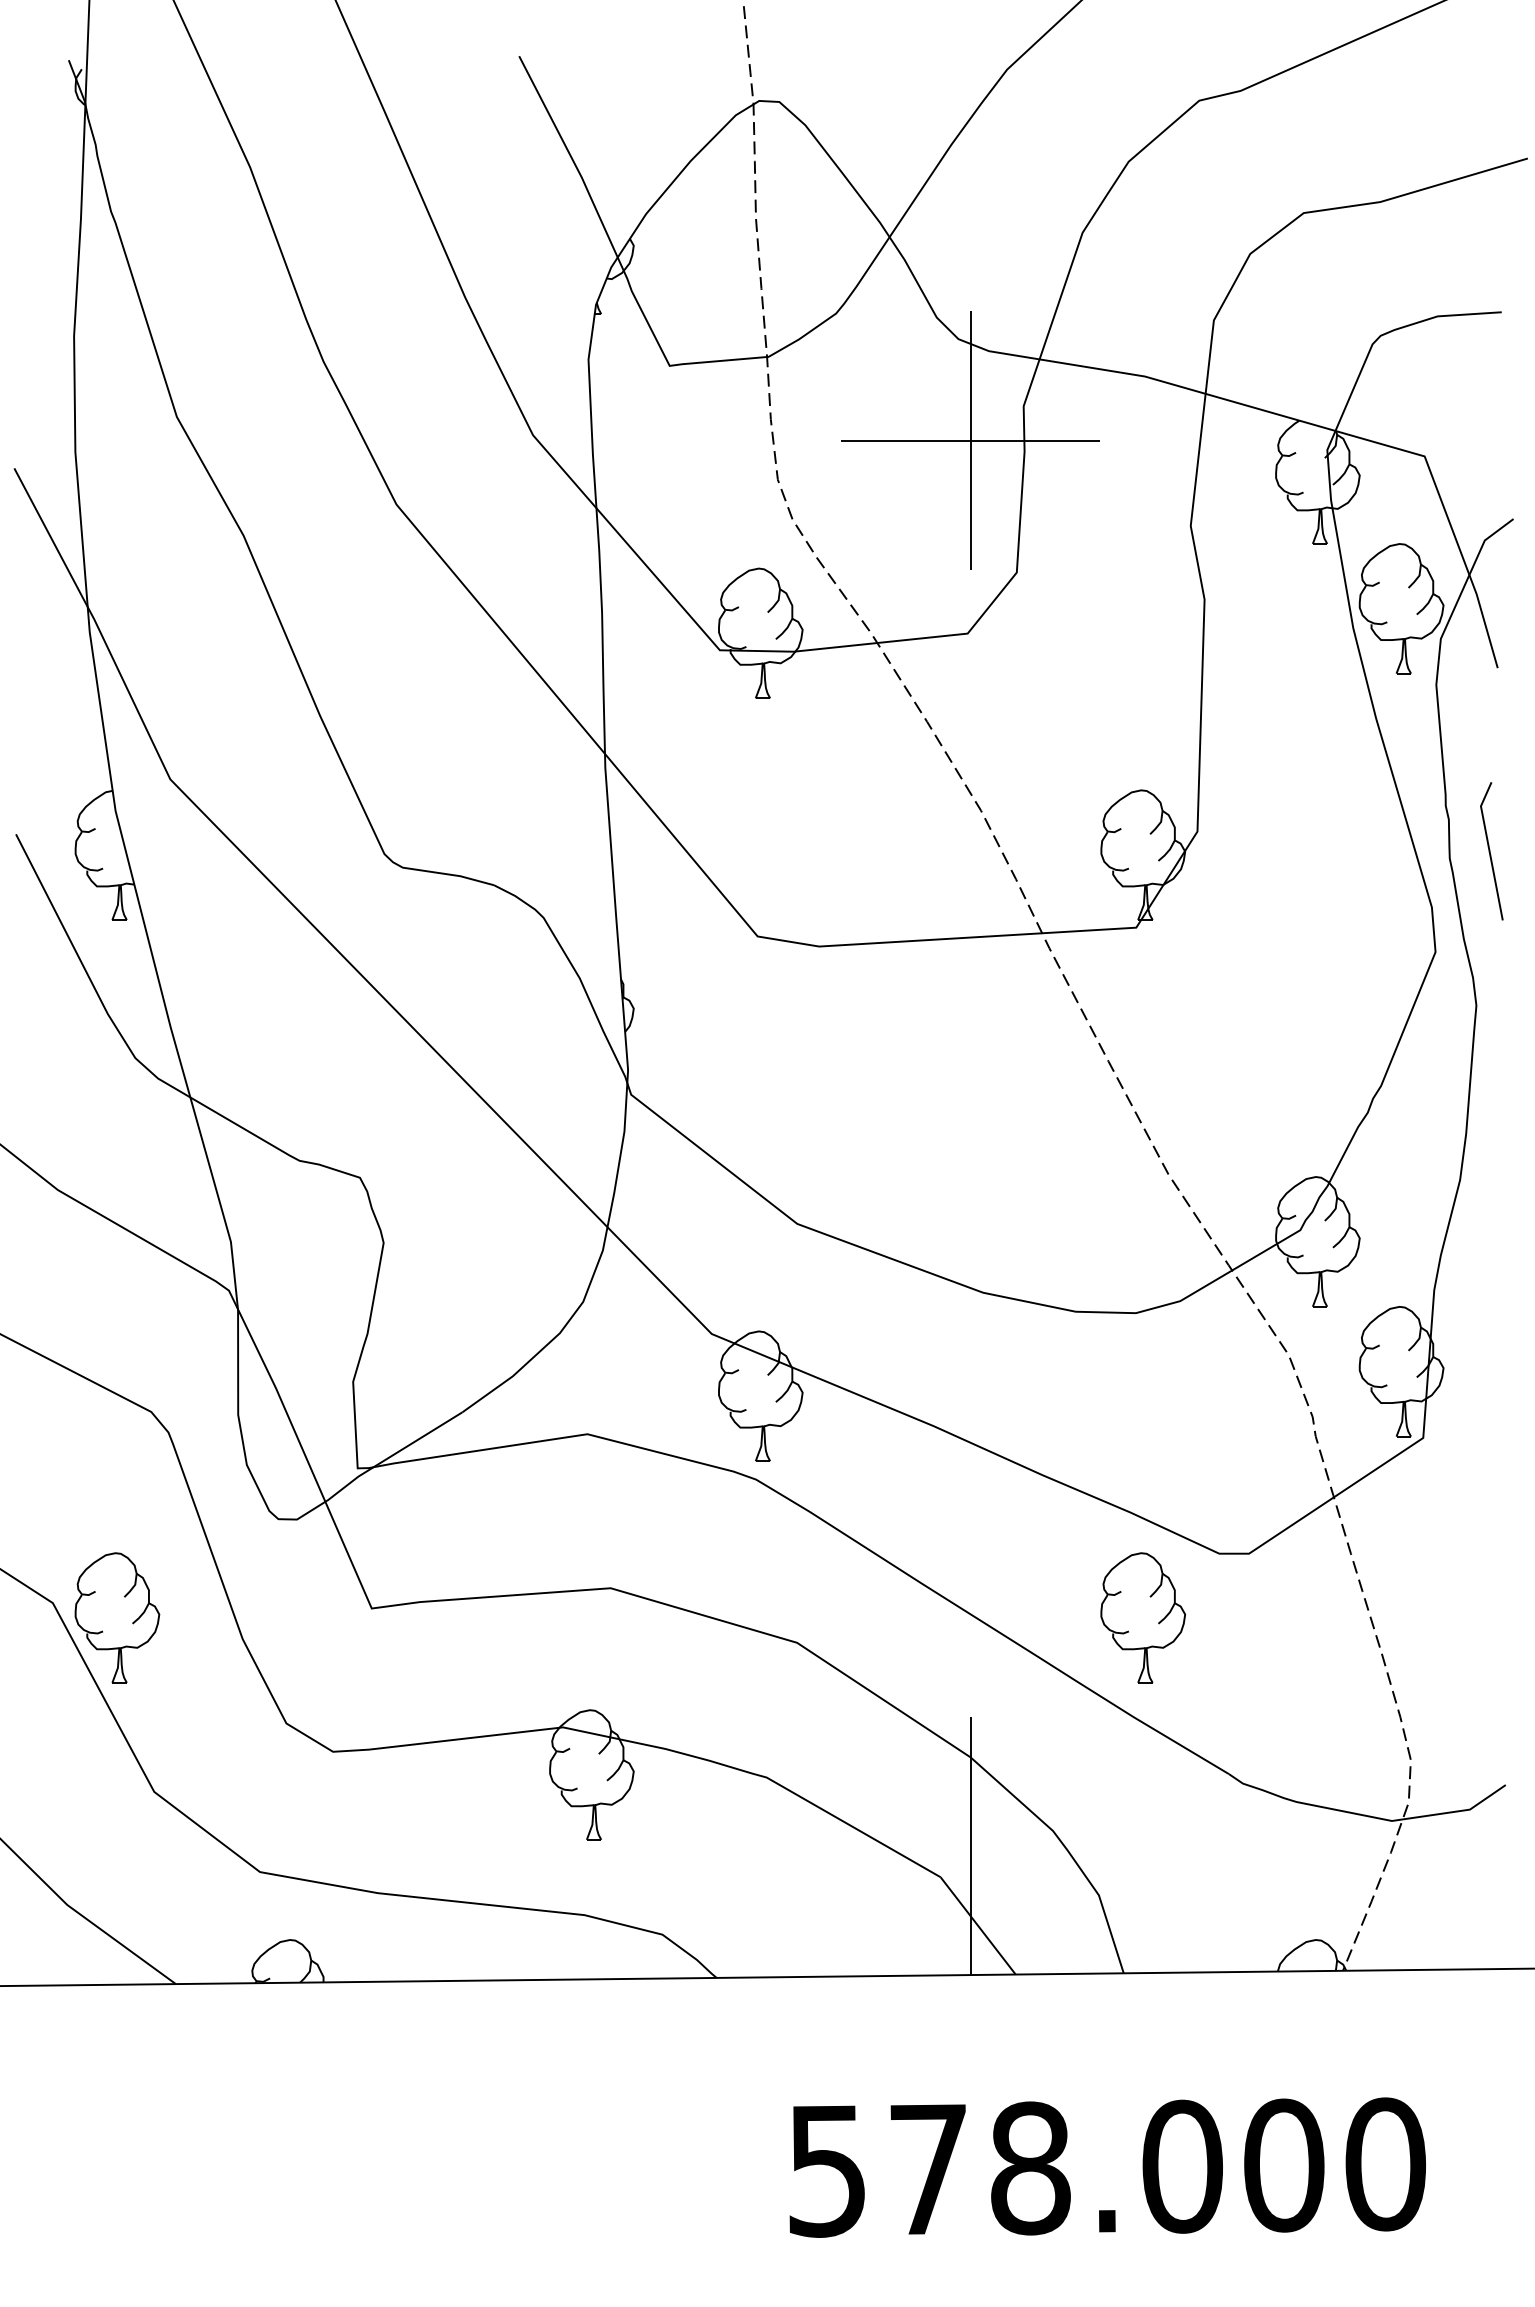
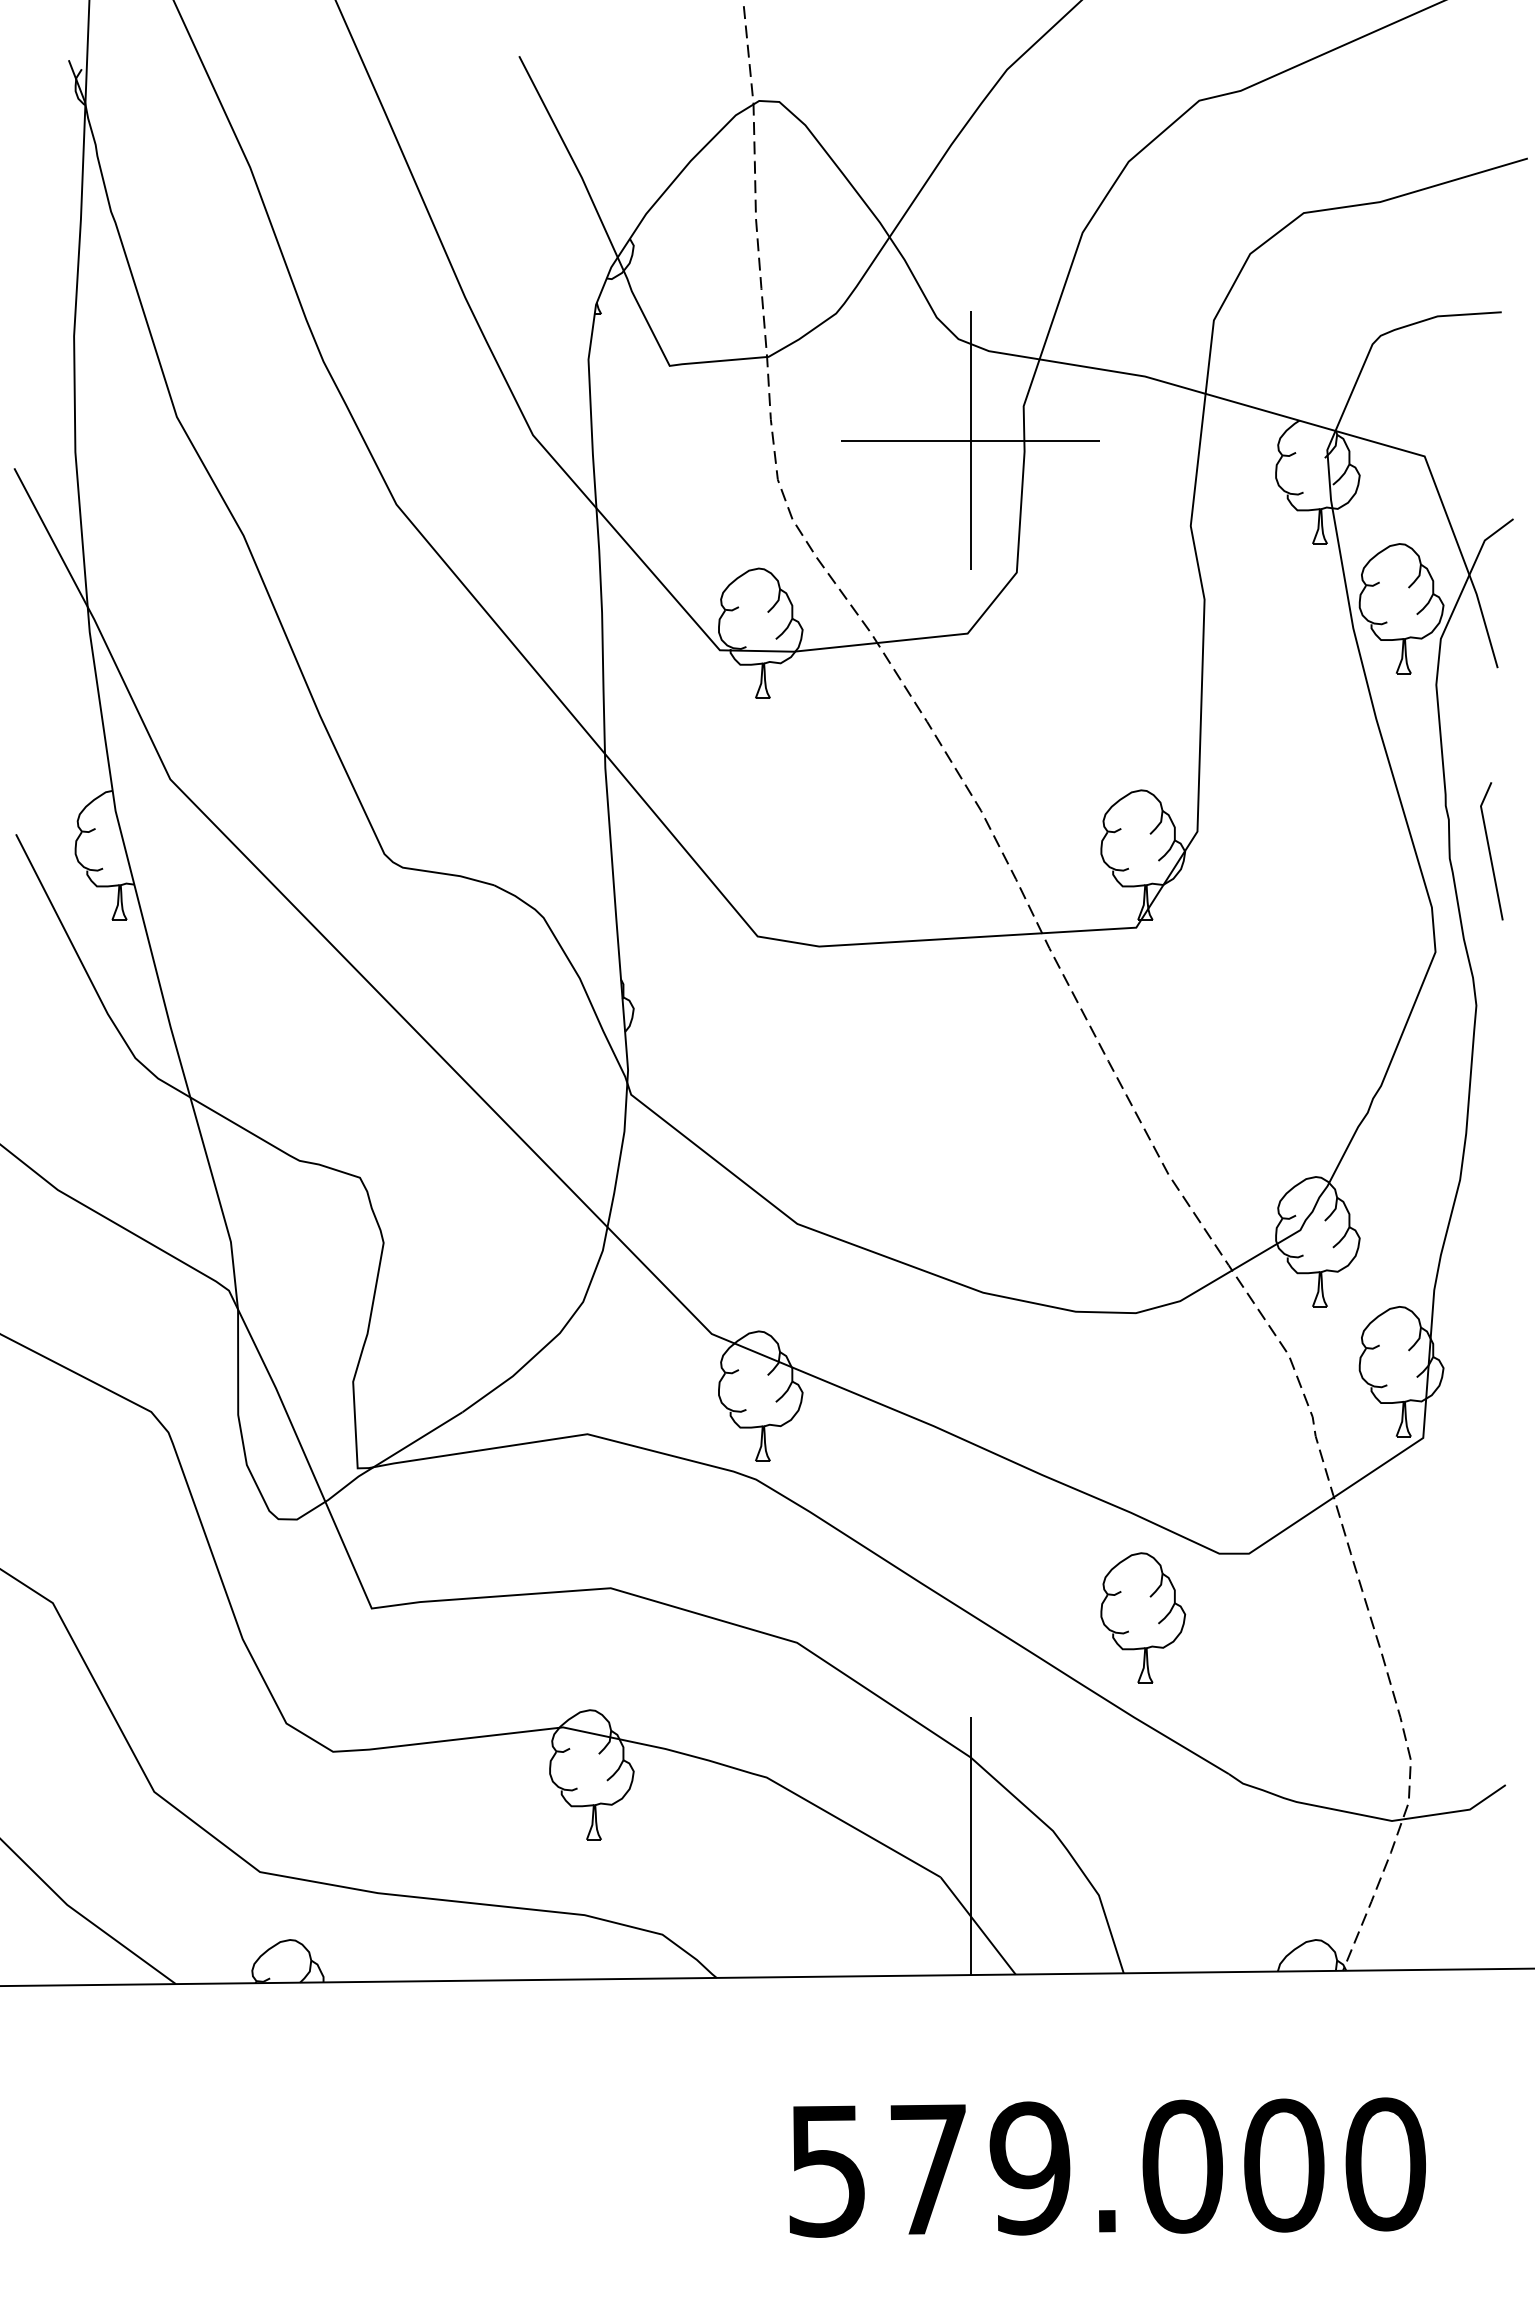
part at (117, 1617): present -> none
text at (1029, 2168): 578.000 -> 579.000
